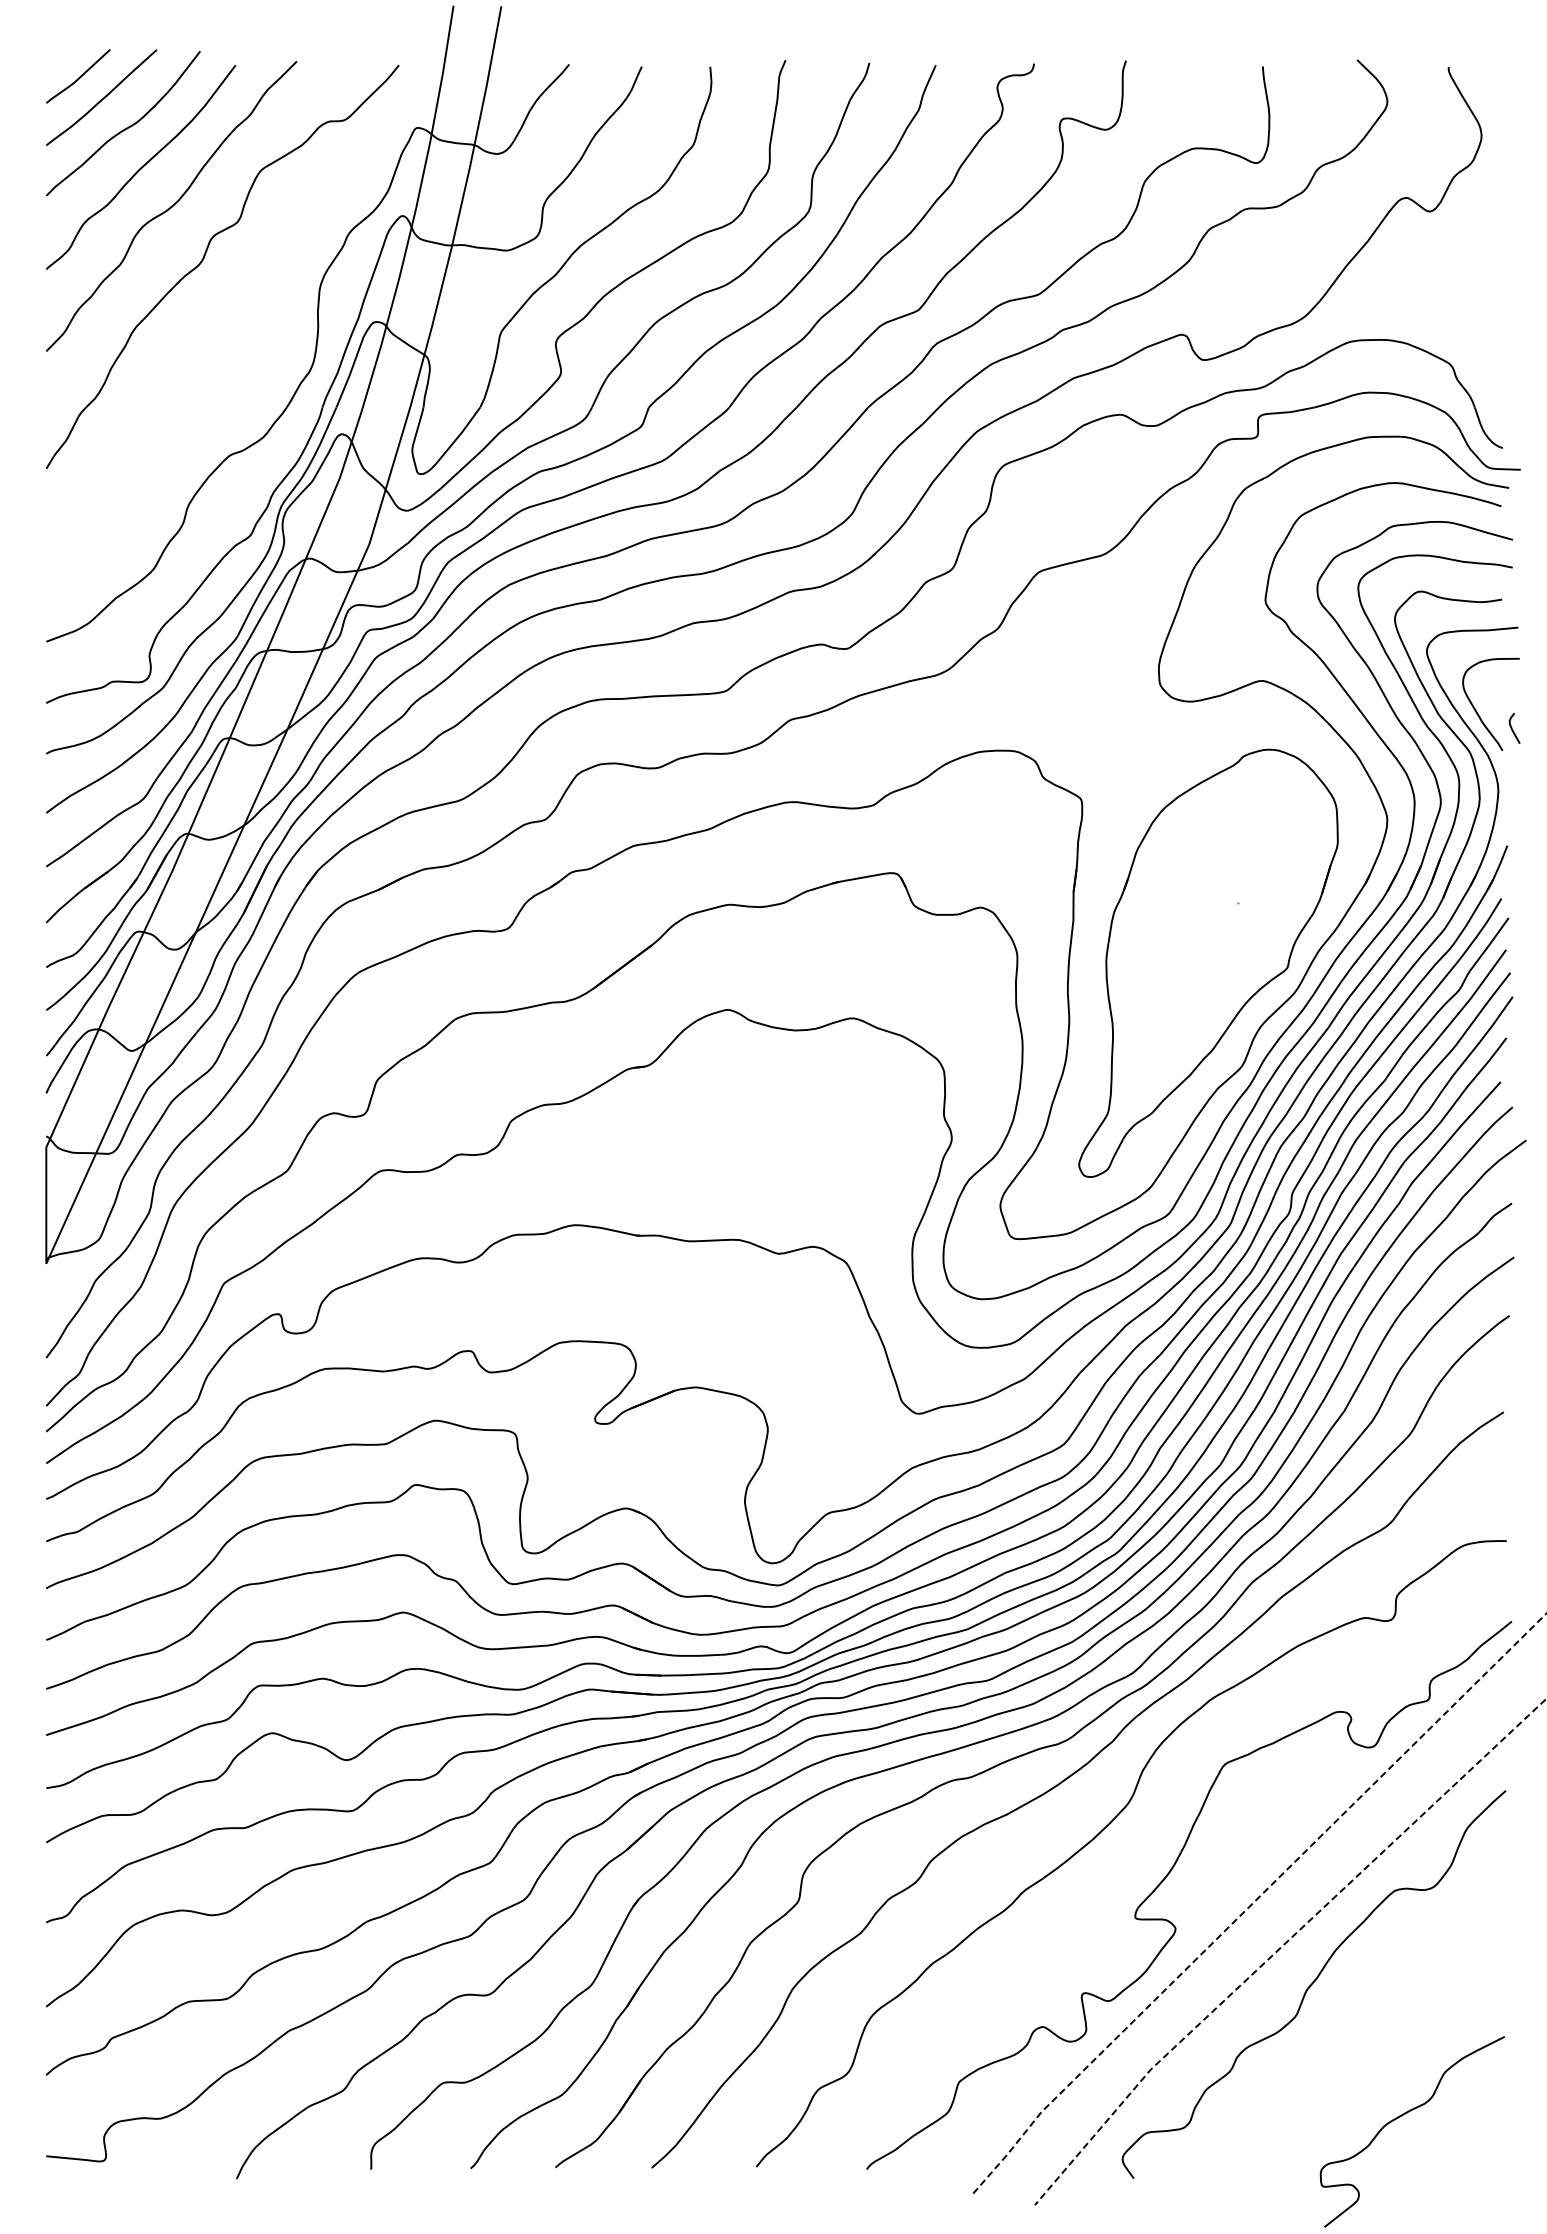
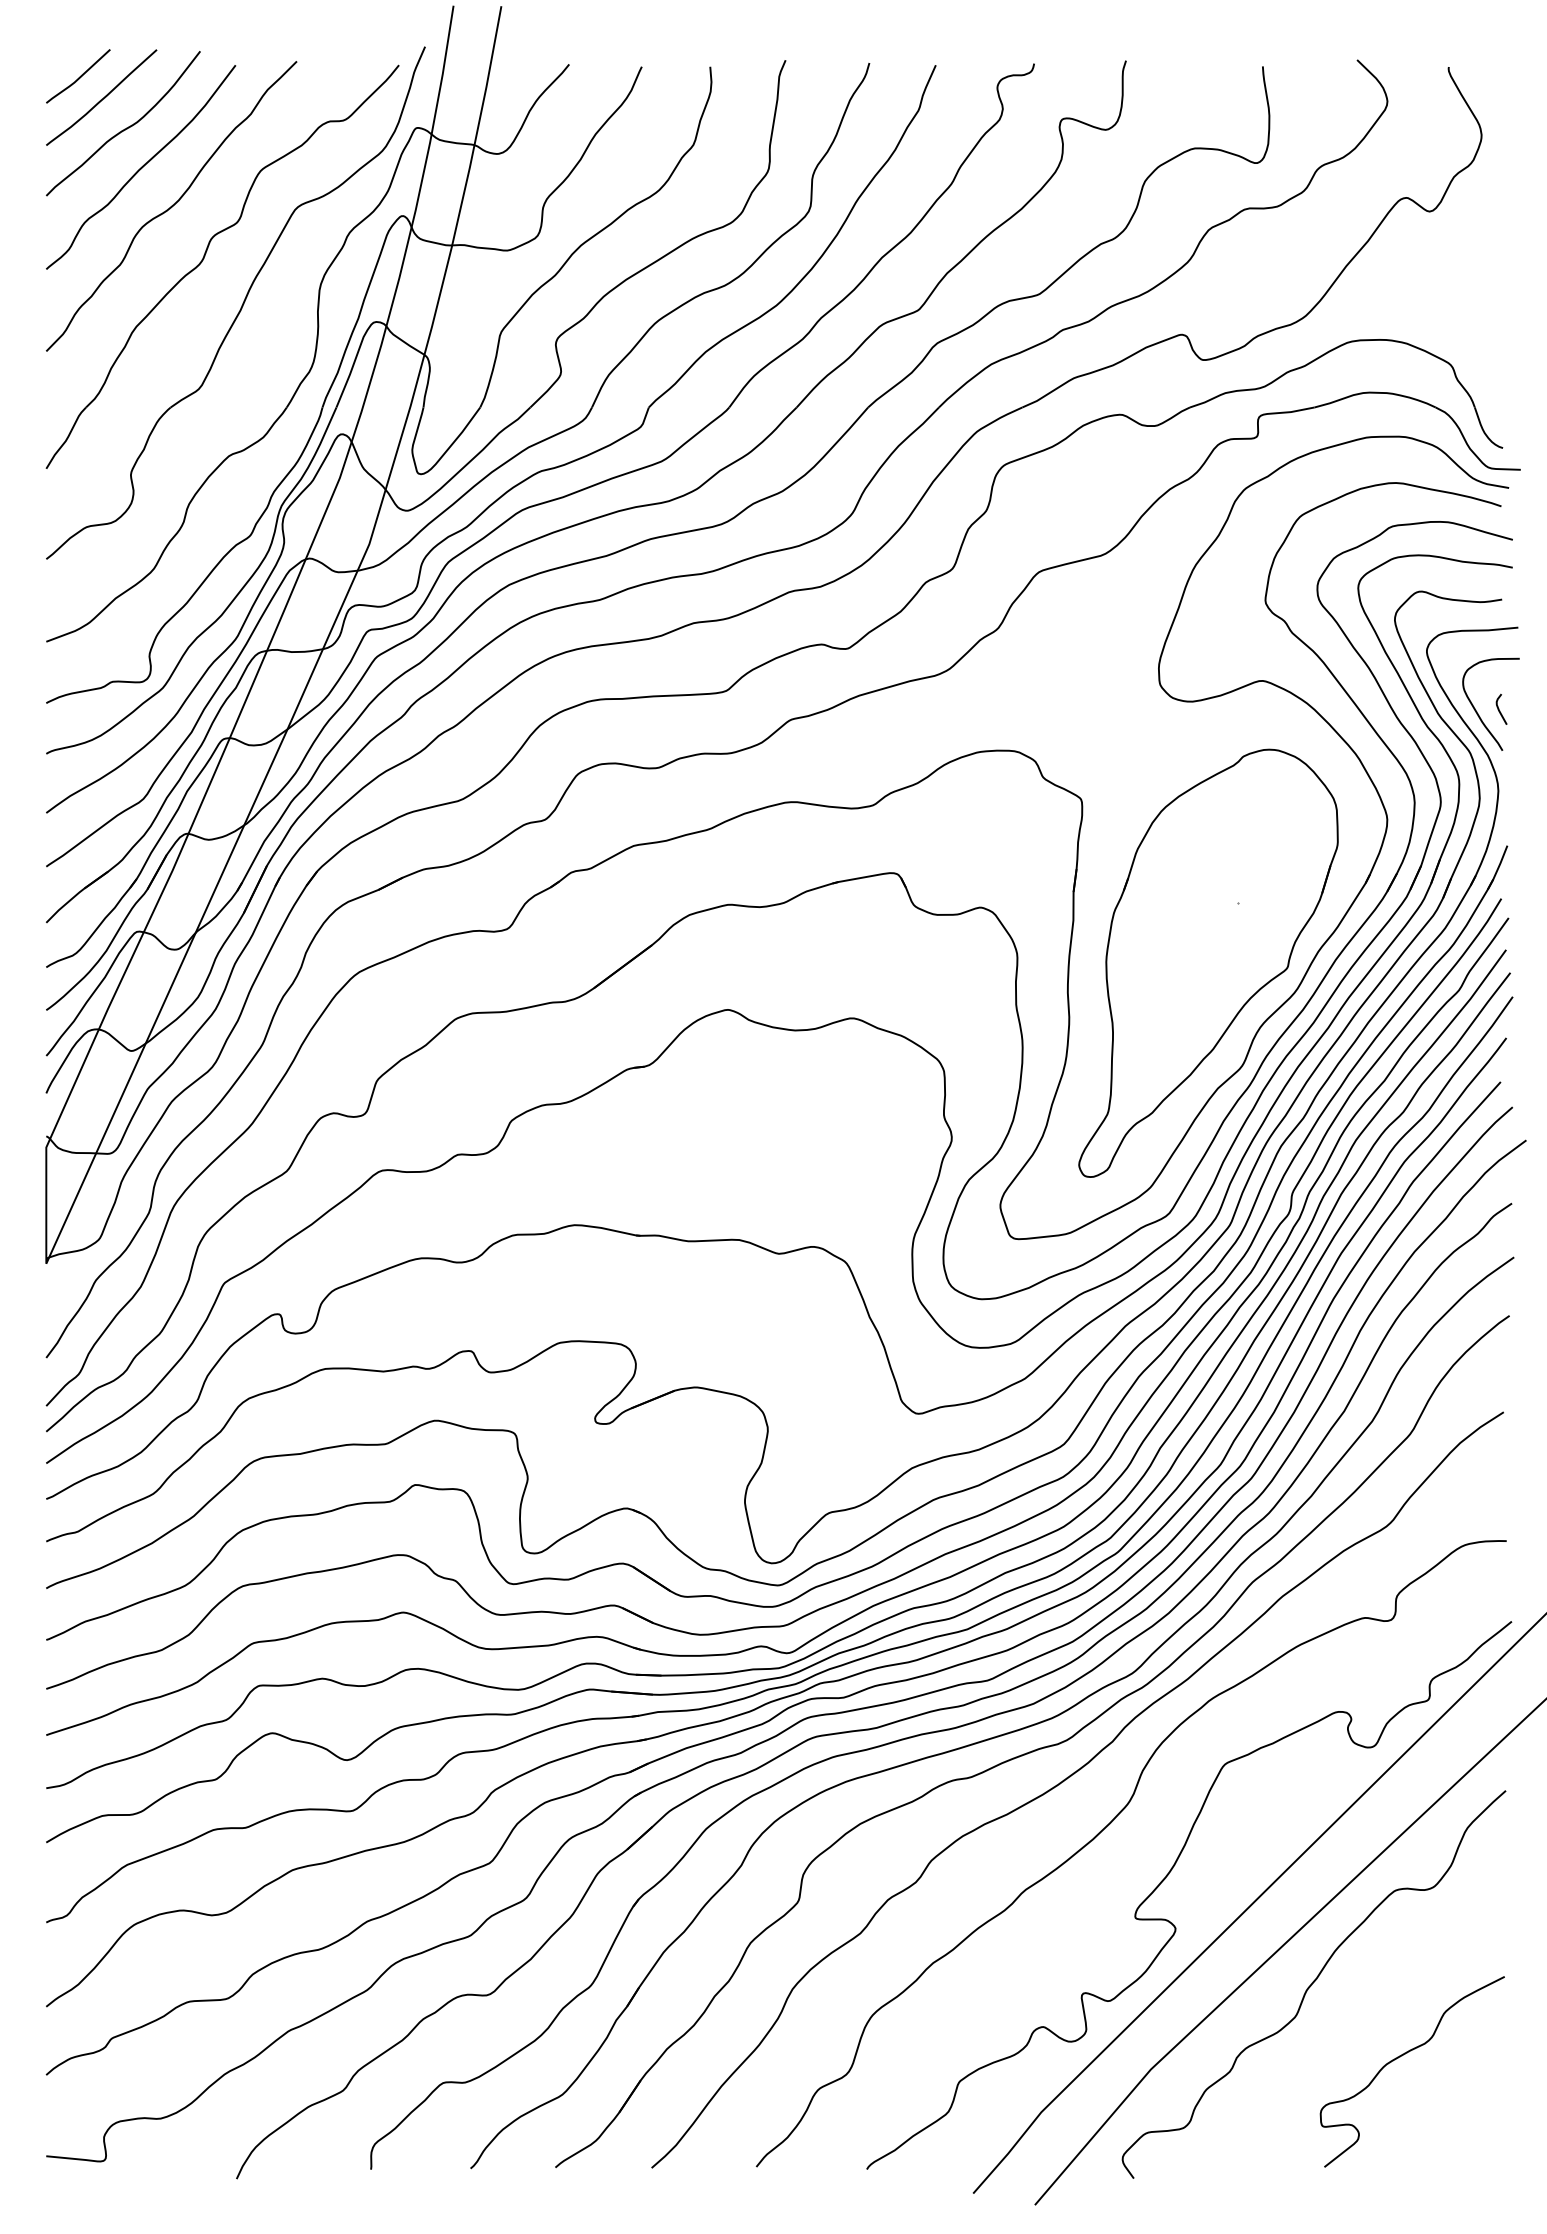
part at (241, 305): none -> present
curve at (1512, 727) position: (1512, 727) -> (1499, 708)
line at (1255, 1900): dashed -> solid
line at (1282, 1945): dashed -> solid
curve at (1402, 2116) position: (1402, 2116) -> (1402, 2056)
